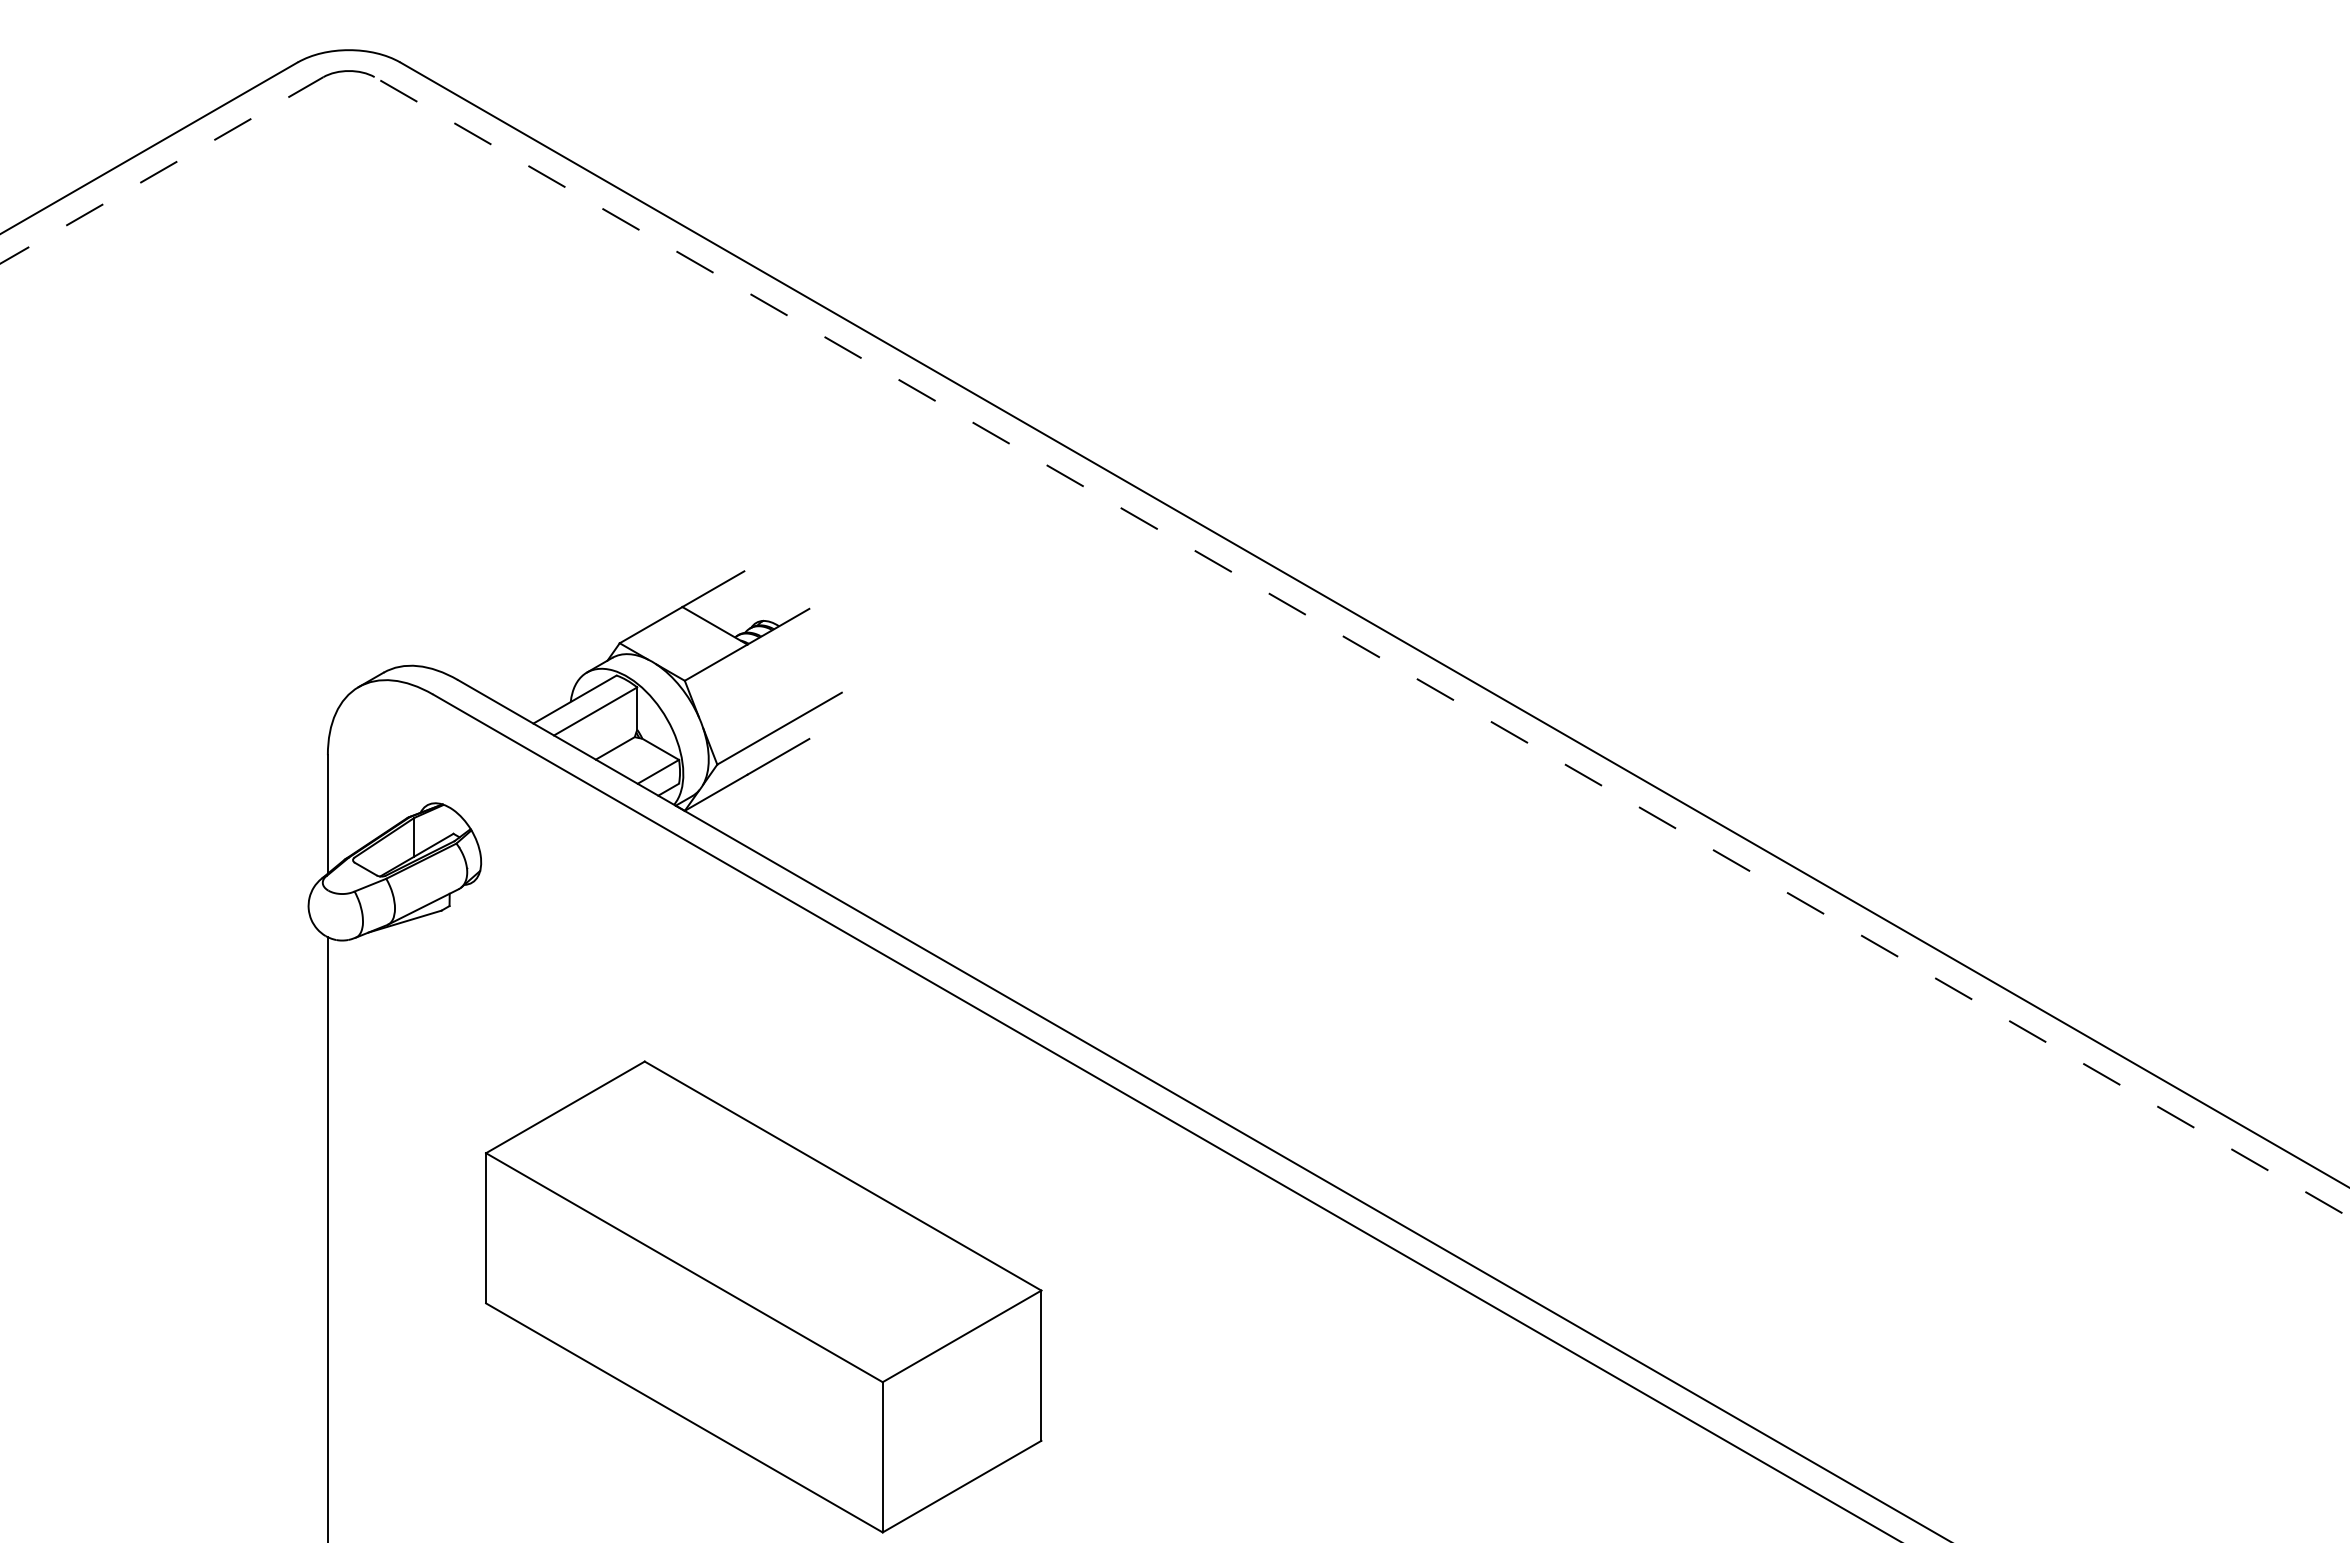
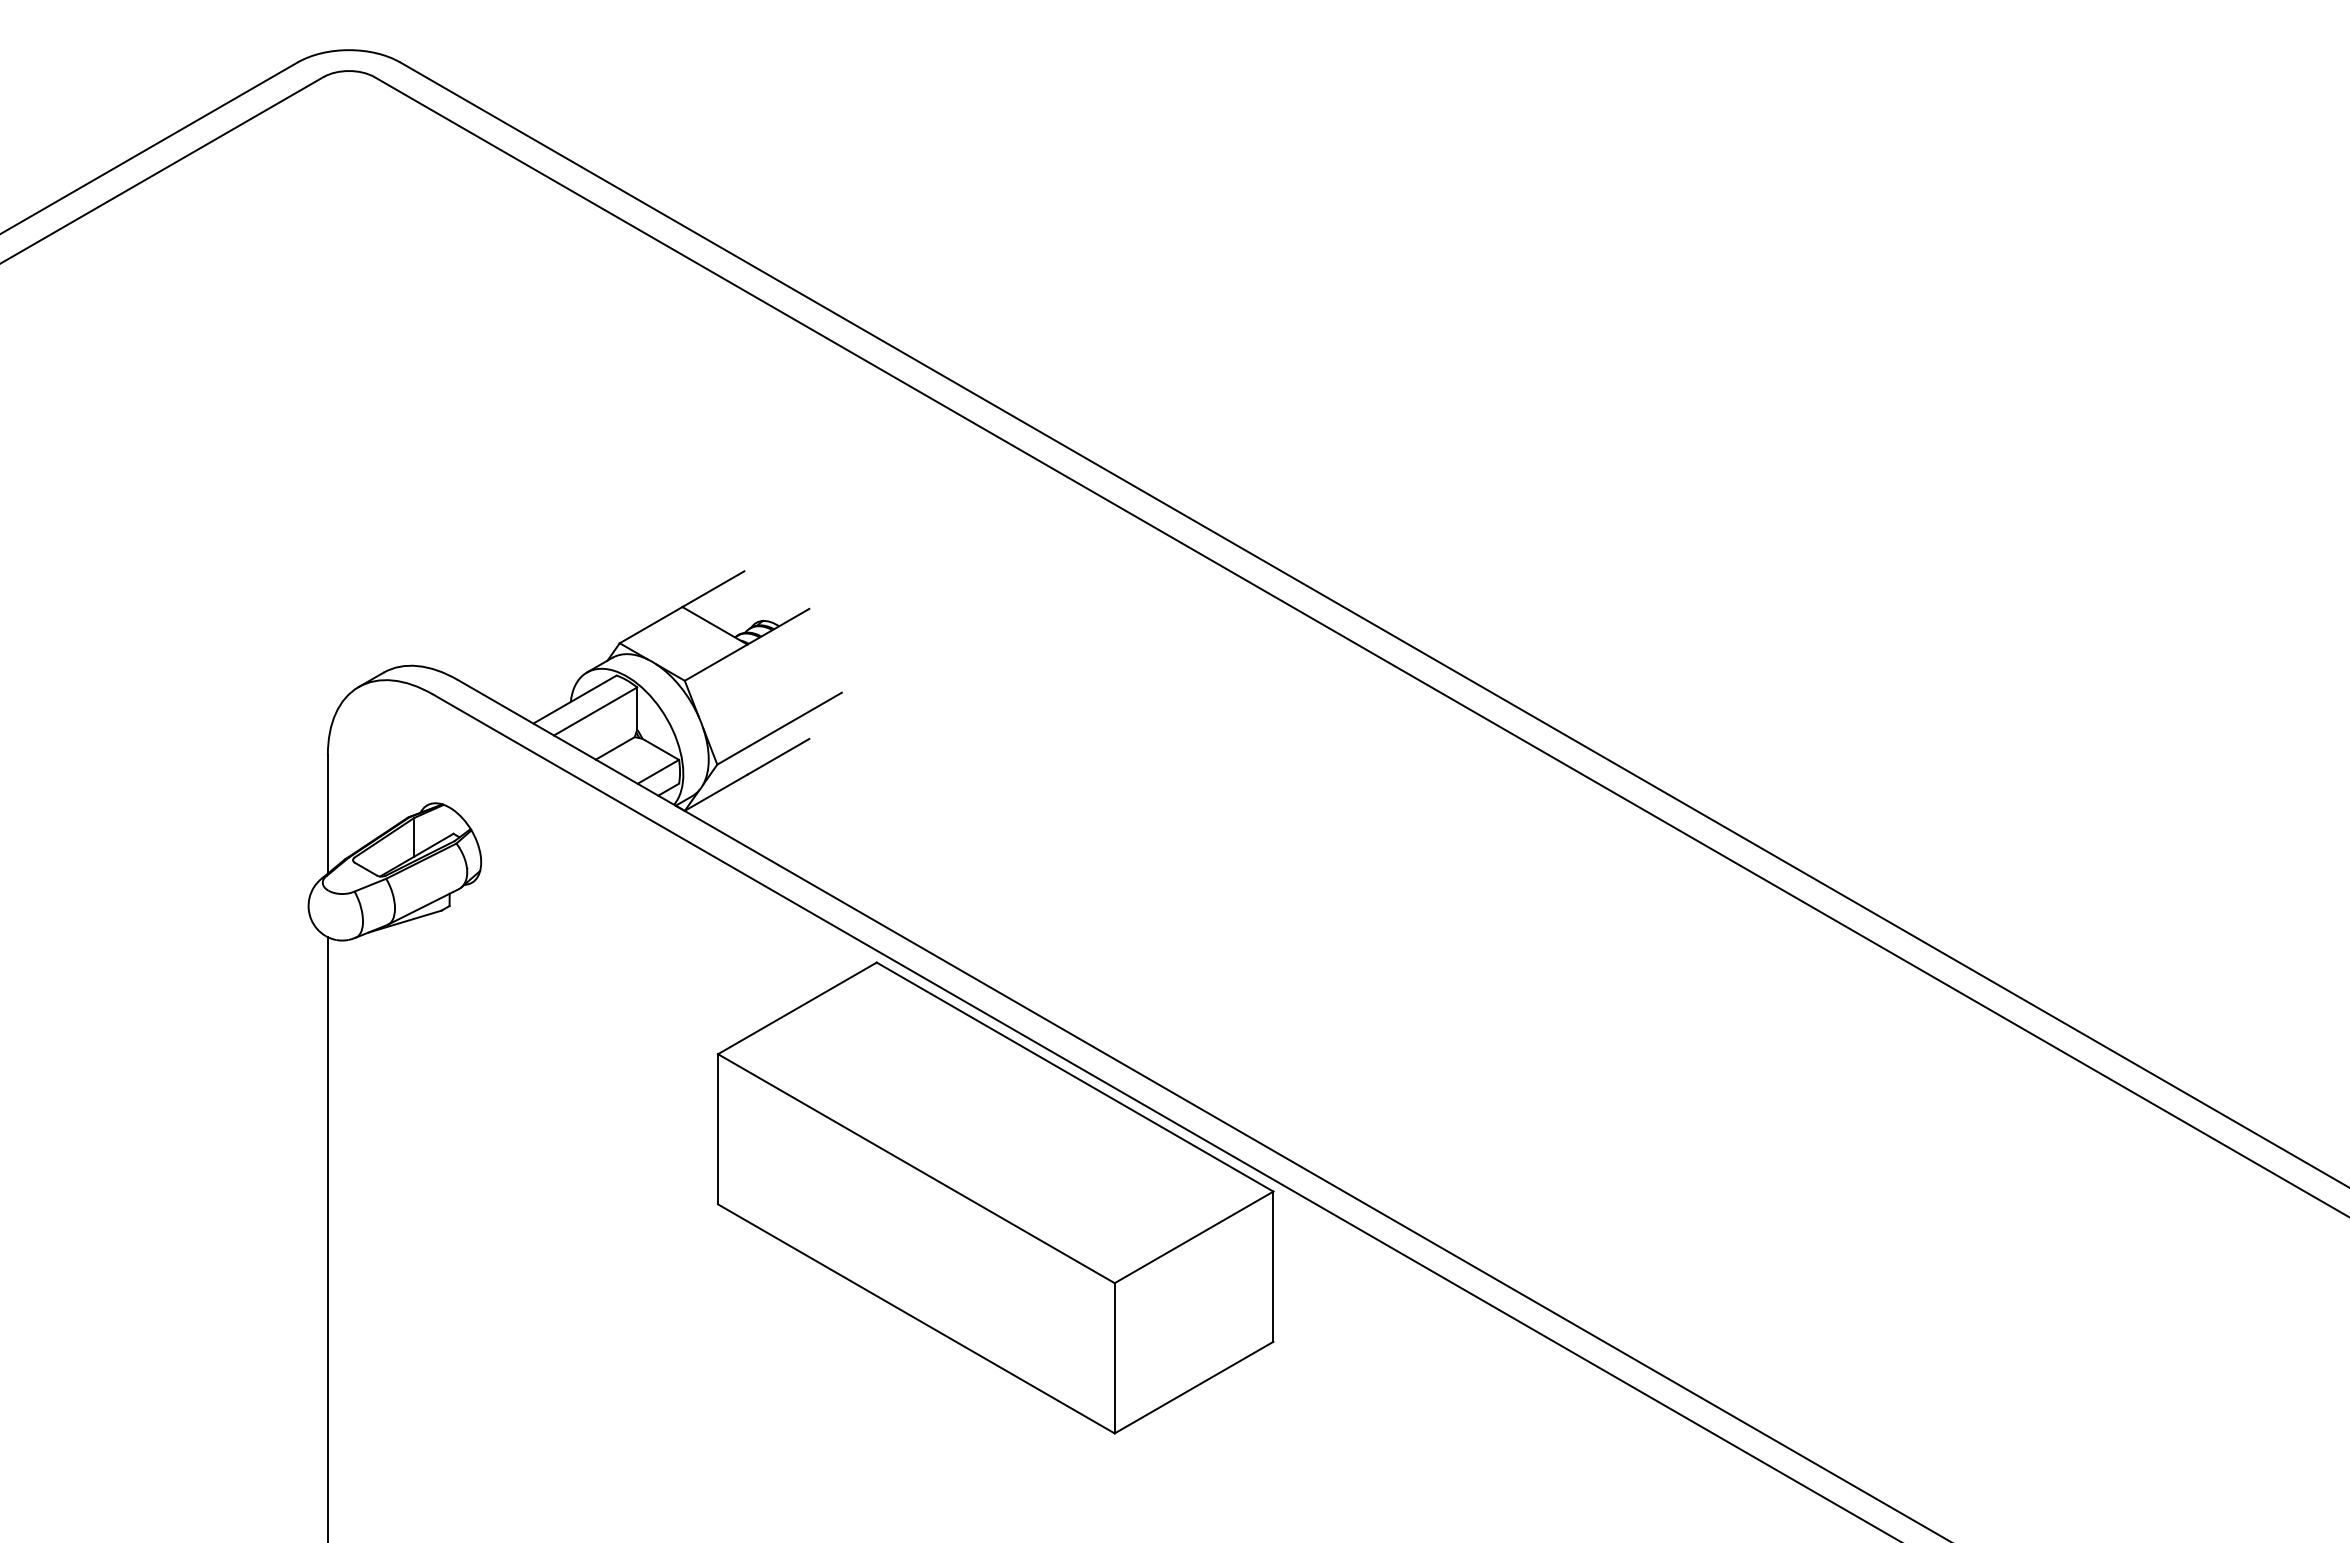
line at (162, 170): dashed -> solid
line at (1361, 647): dashed -> solid
part at (763, 1296) position: (763, 1296) -> (995, 1197)
